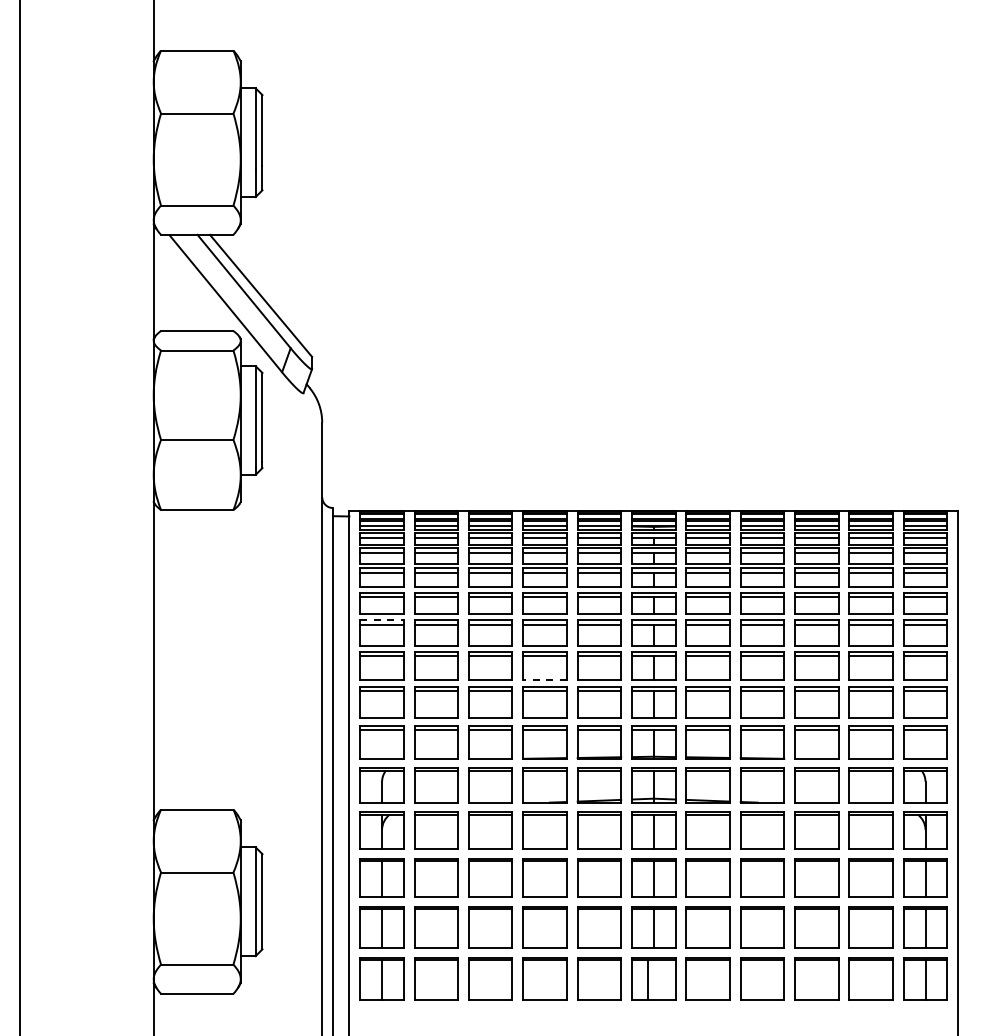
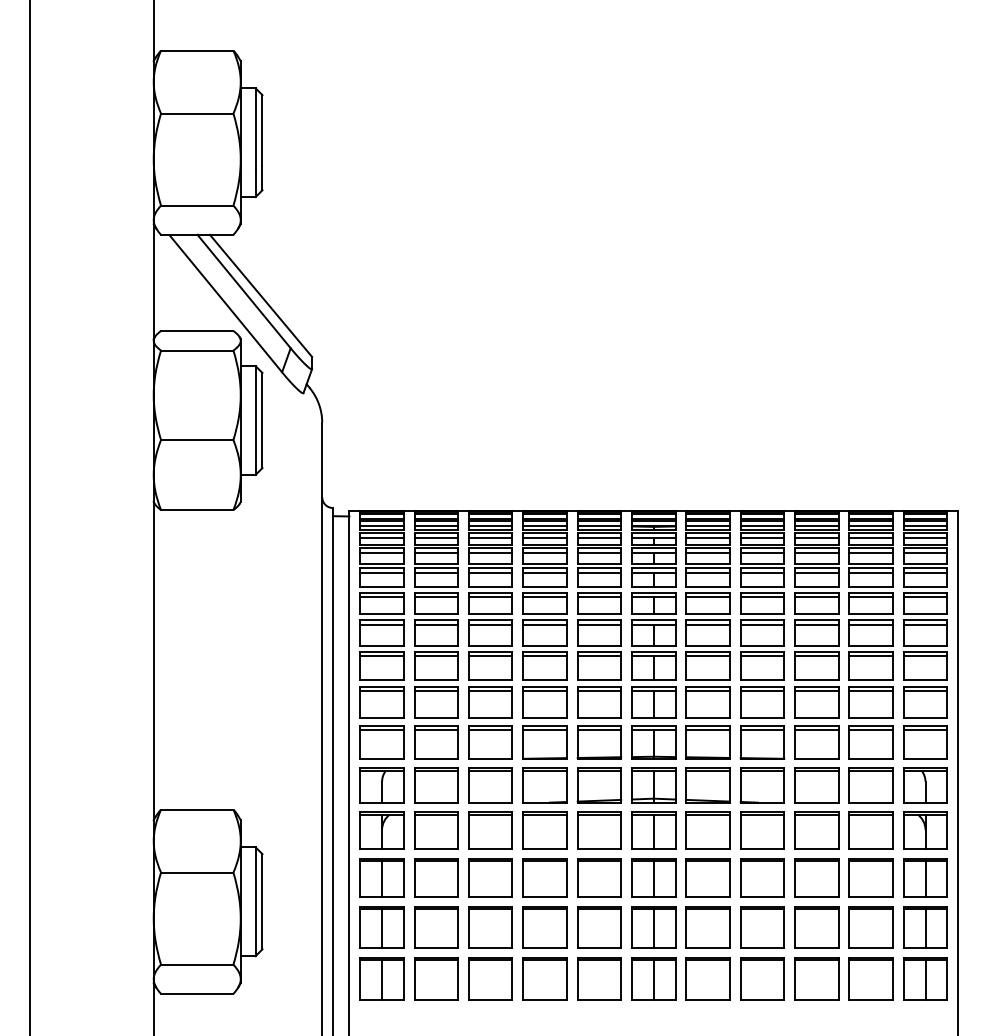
line at (19, 517) position: (19, 517) -> (29, 517)
line at (382, 620): dashed -> solid
line at (545, 680): dashed -> solid
line at (647, 979) position: (647, 979) -> (653, 979)
